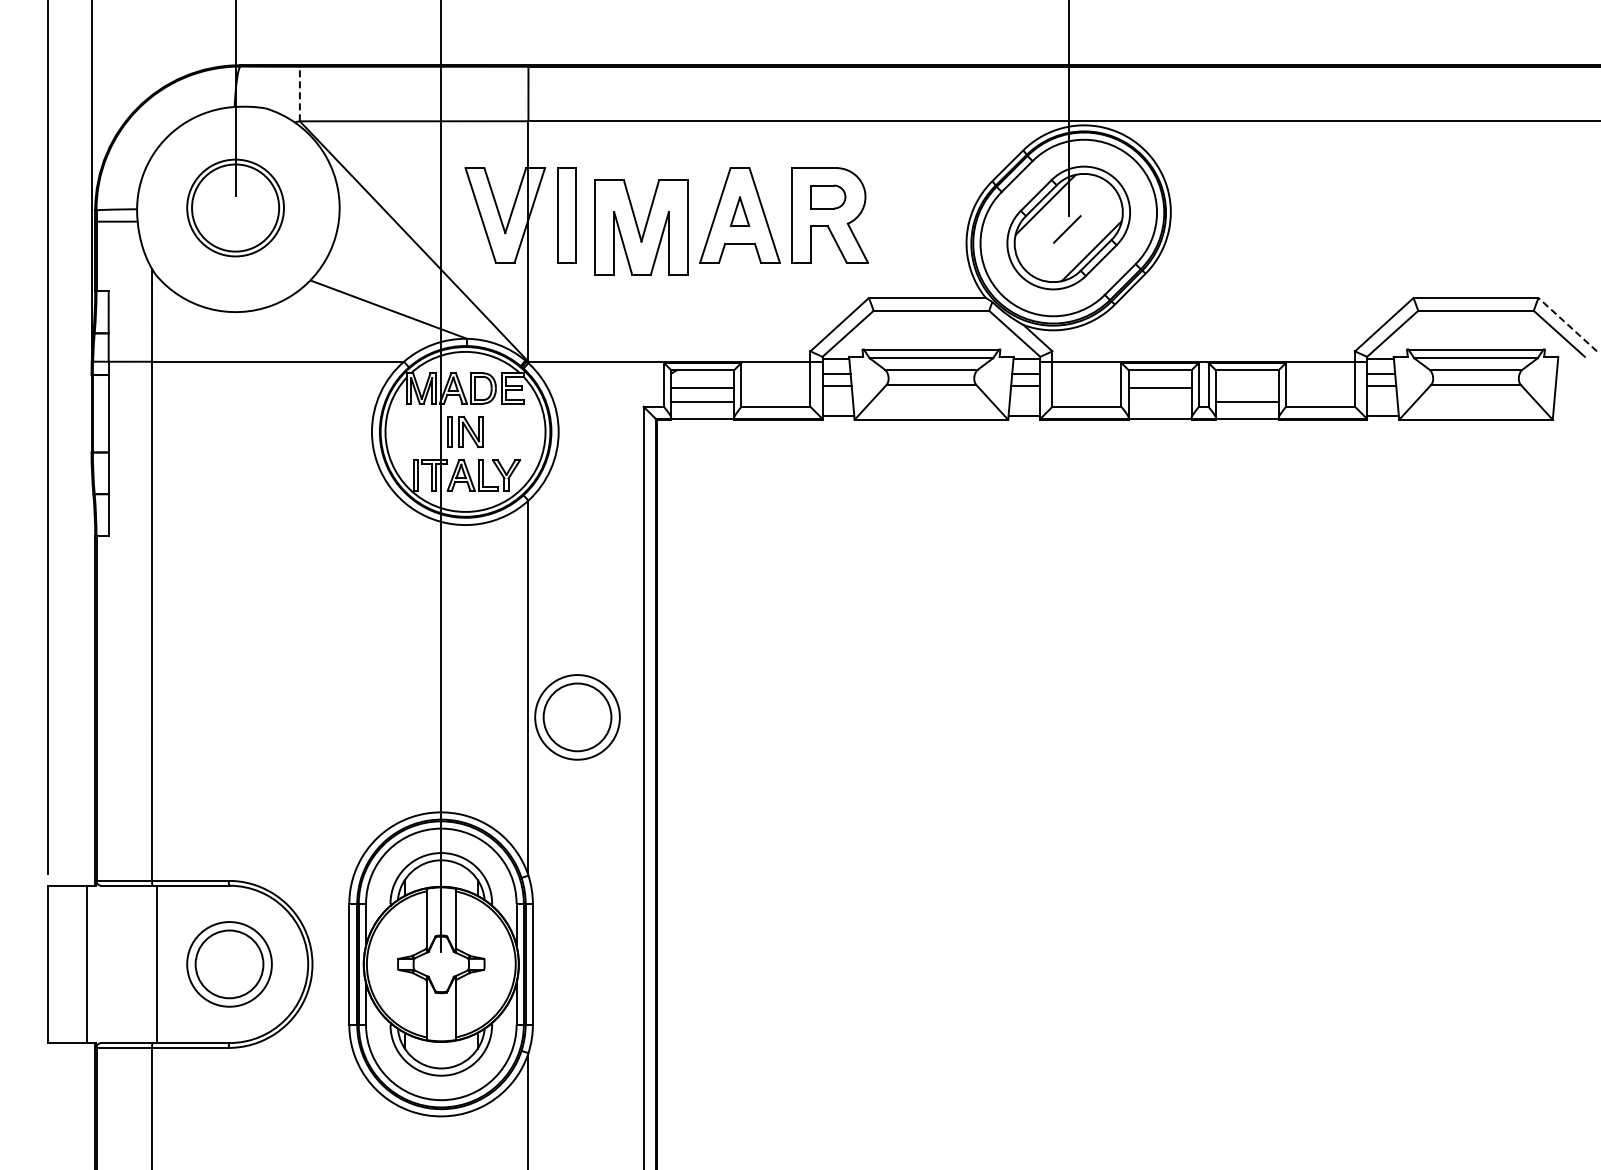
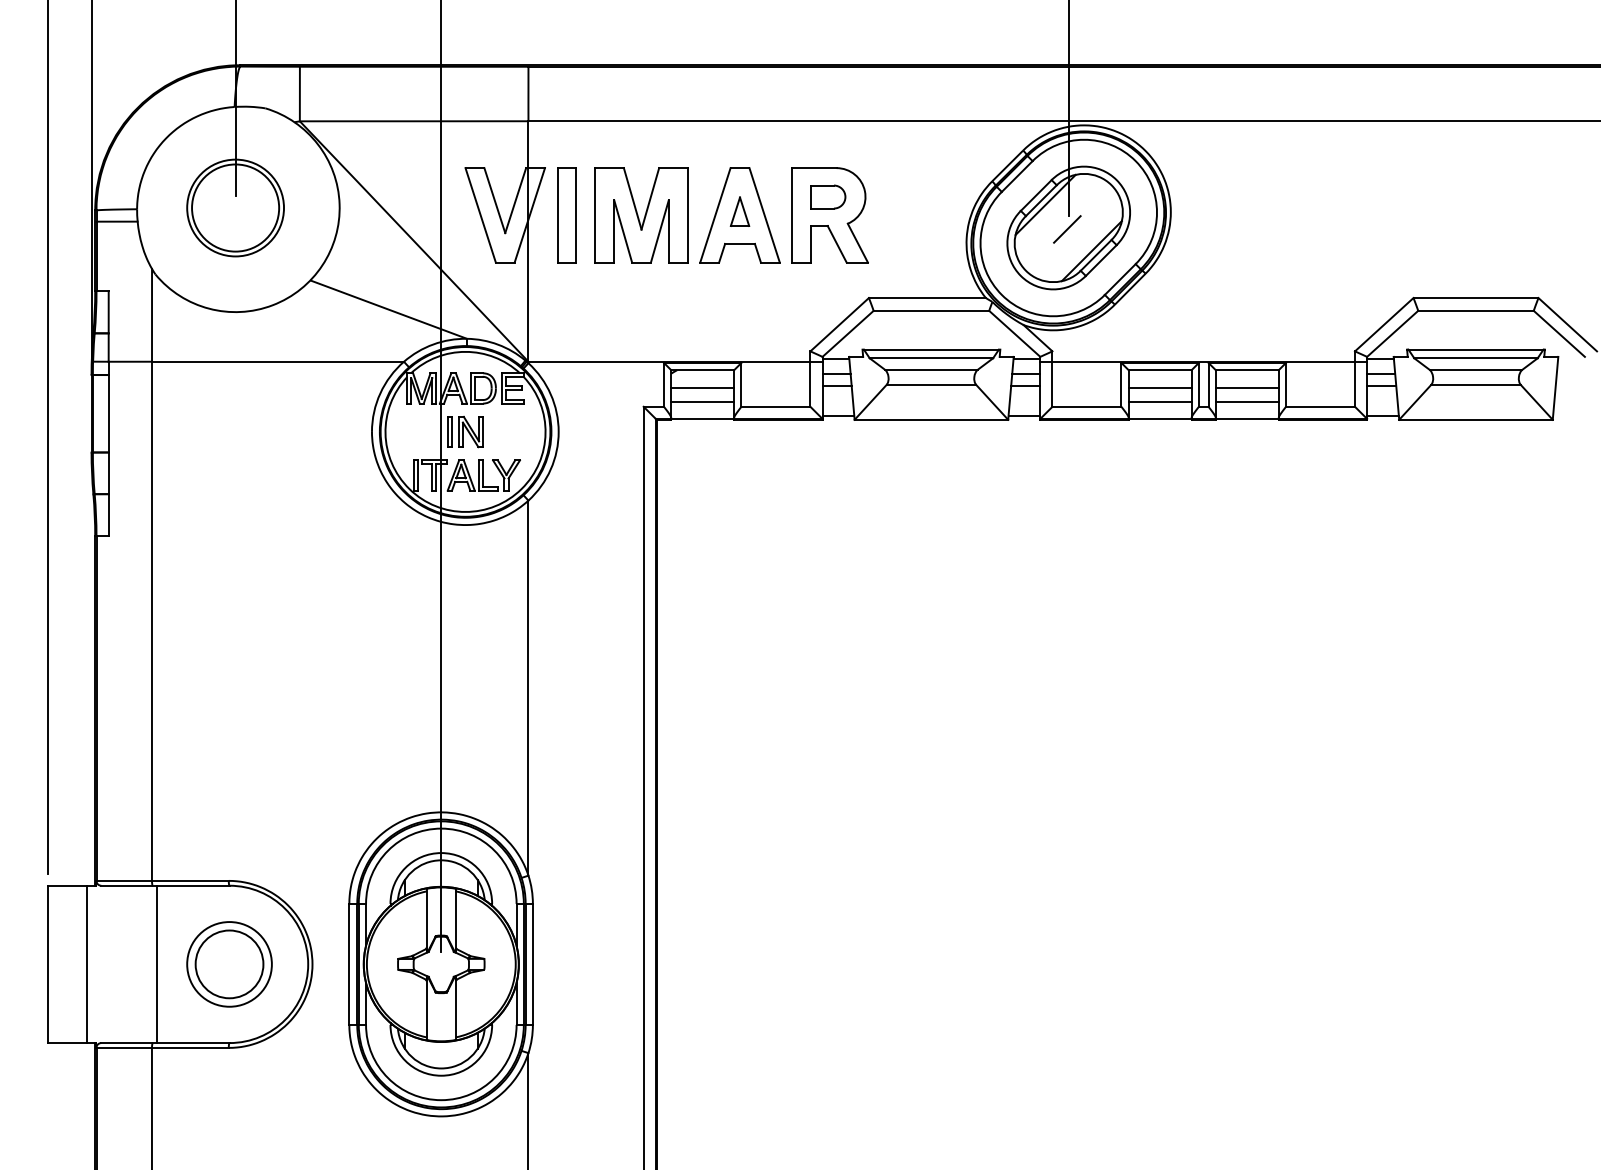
line at (299, 93): dashed -> solid
part at (641, 227) position: (641, 227) -> (641, 215)
line at (1567, 324): dashed -> solid
line at (1246, 388): none -> present
line at (1159, 402): none -> present
part at (577, 717): present -> none
